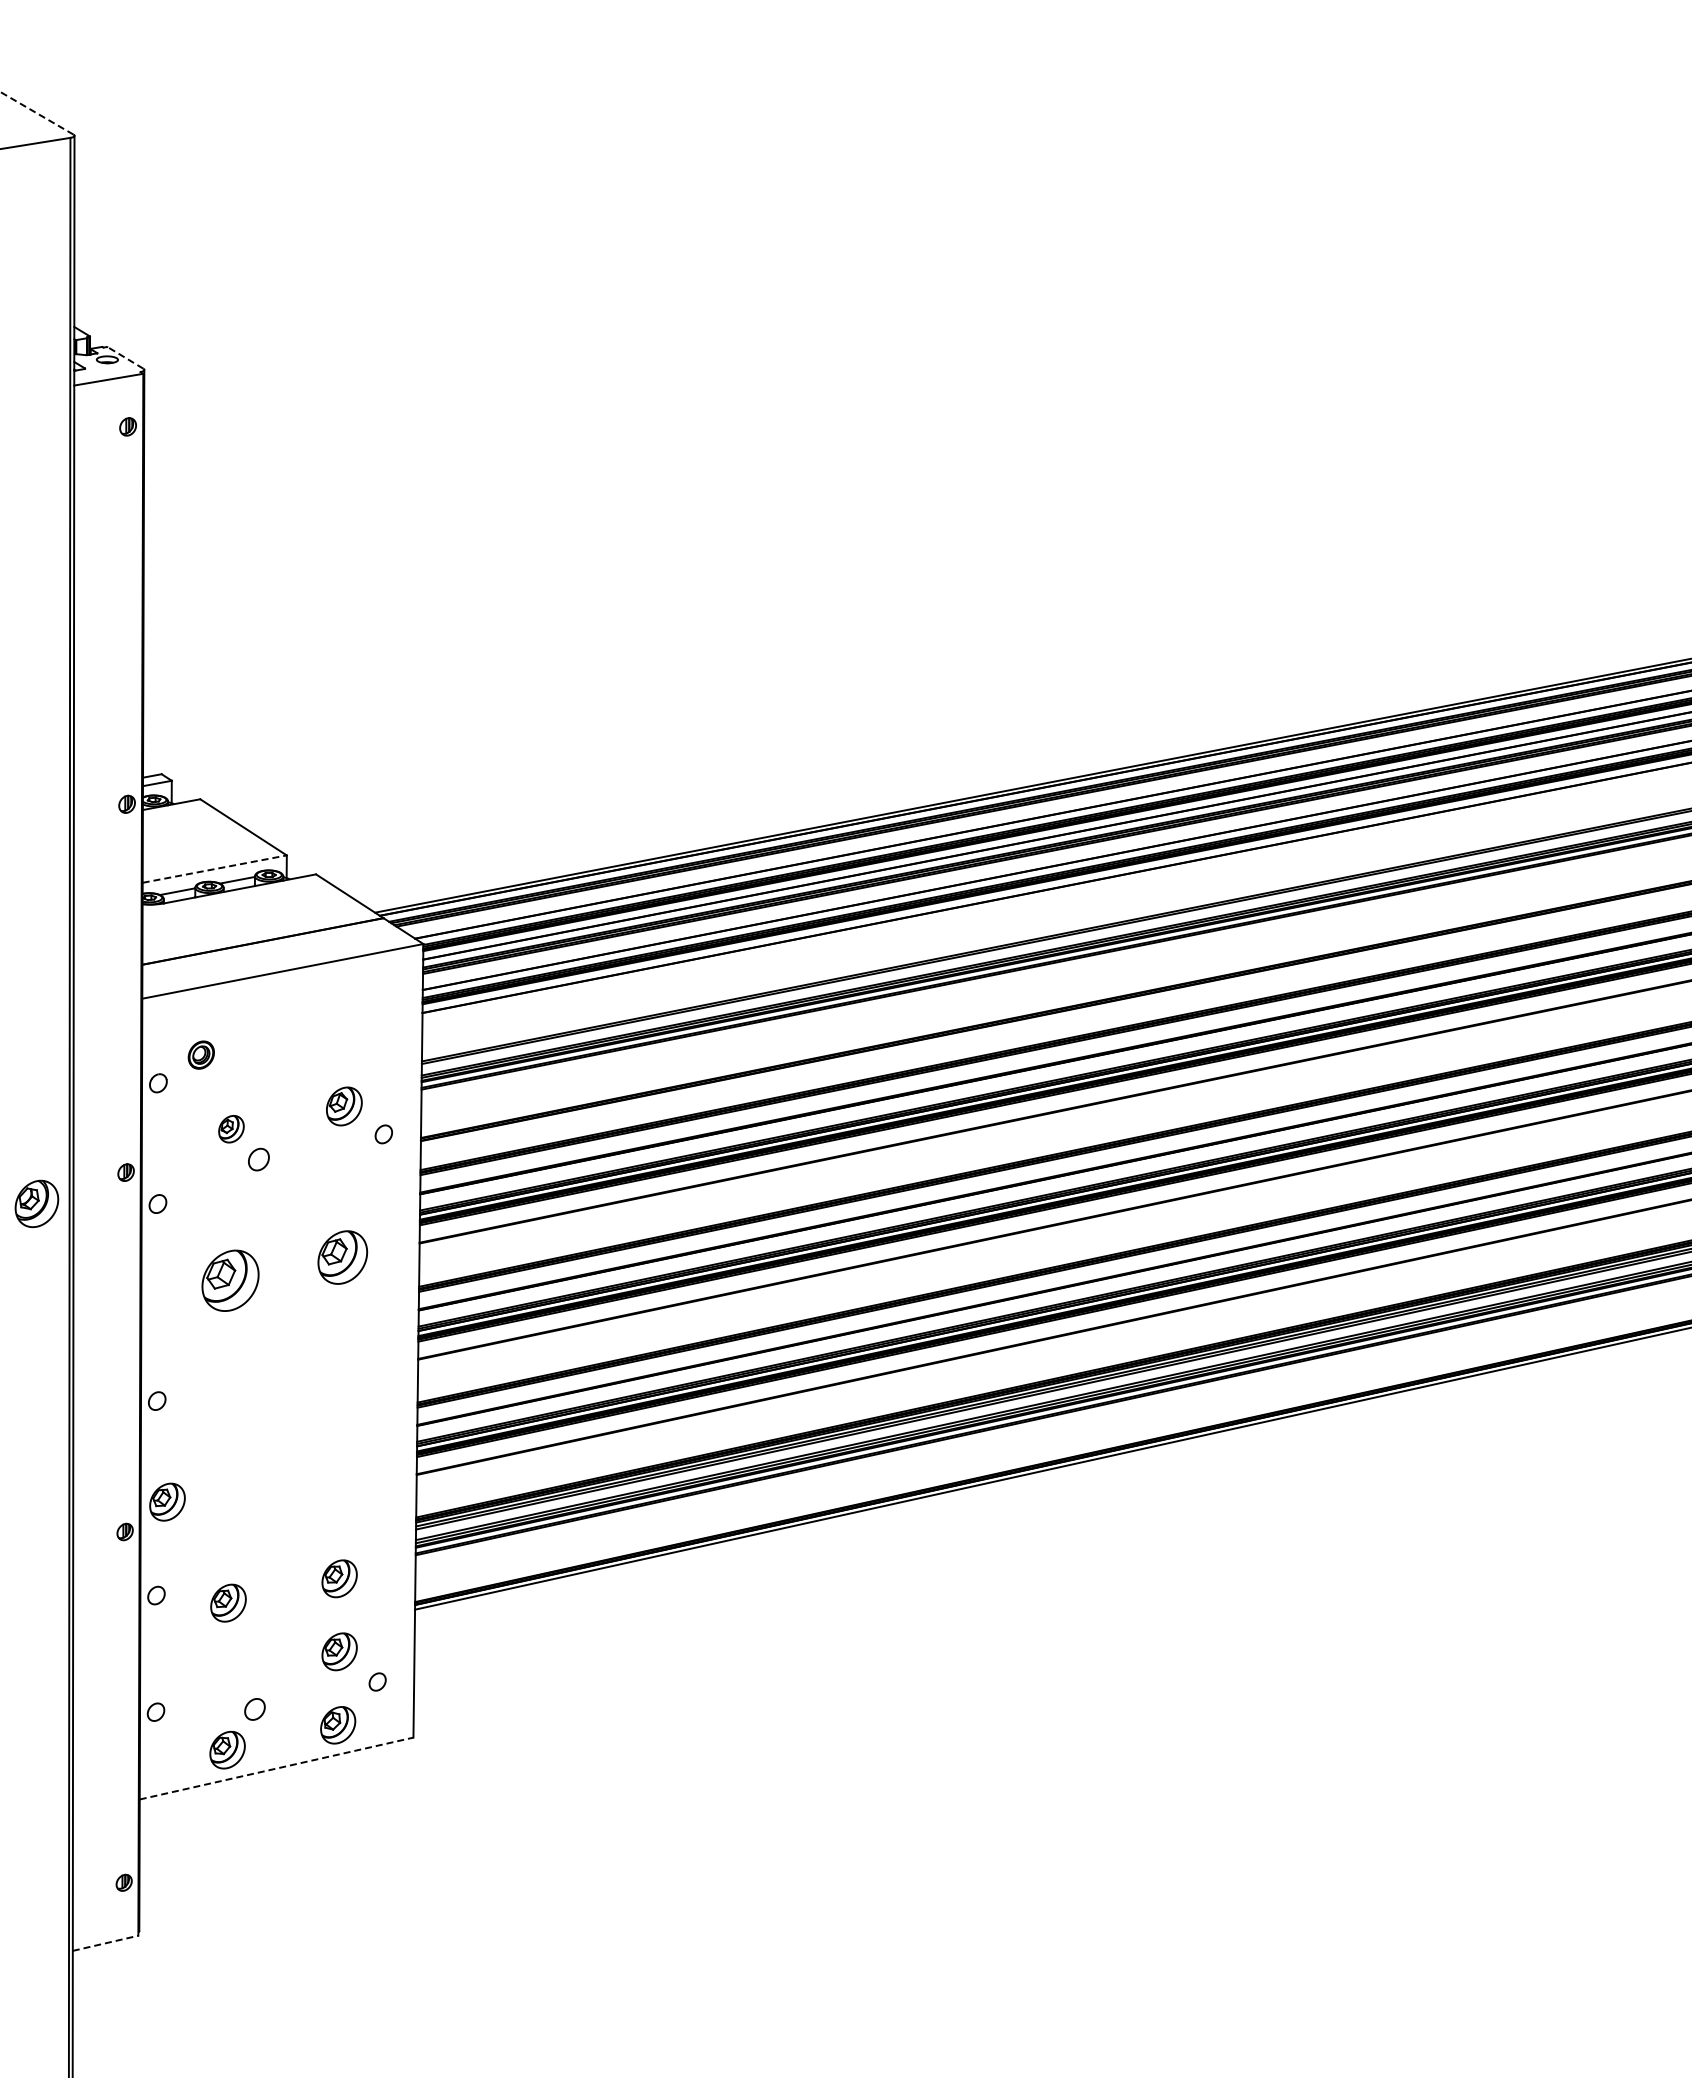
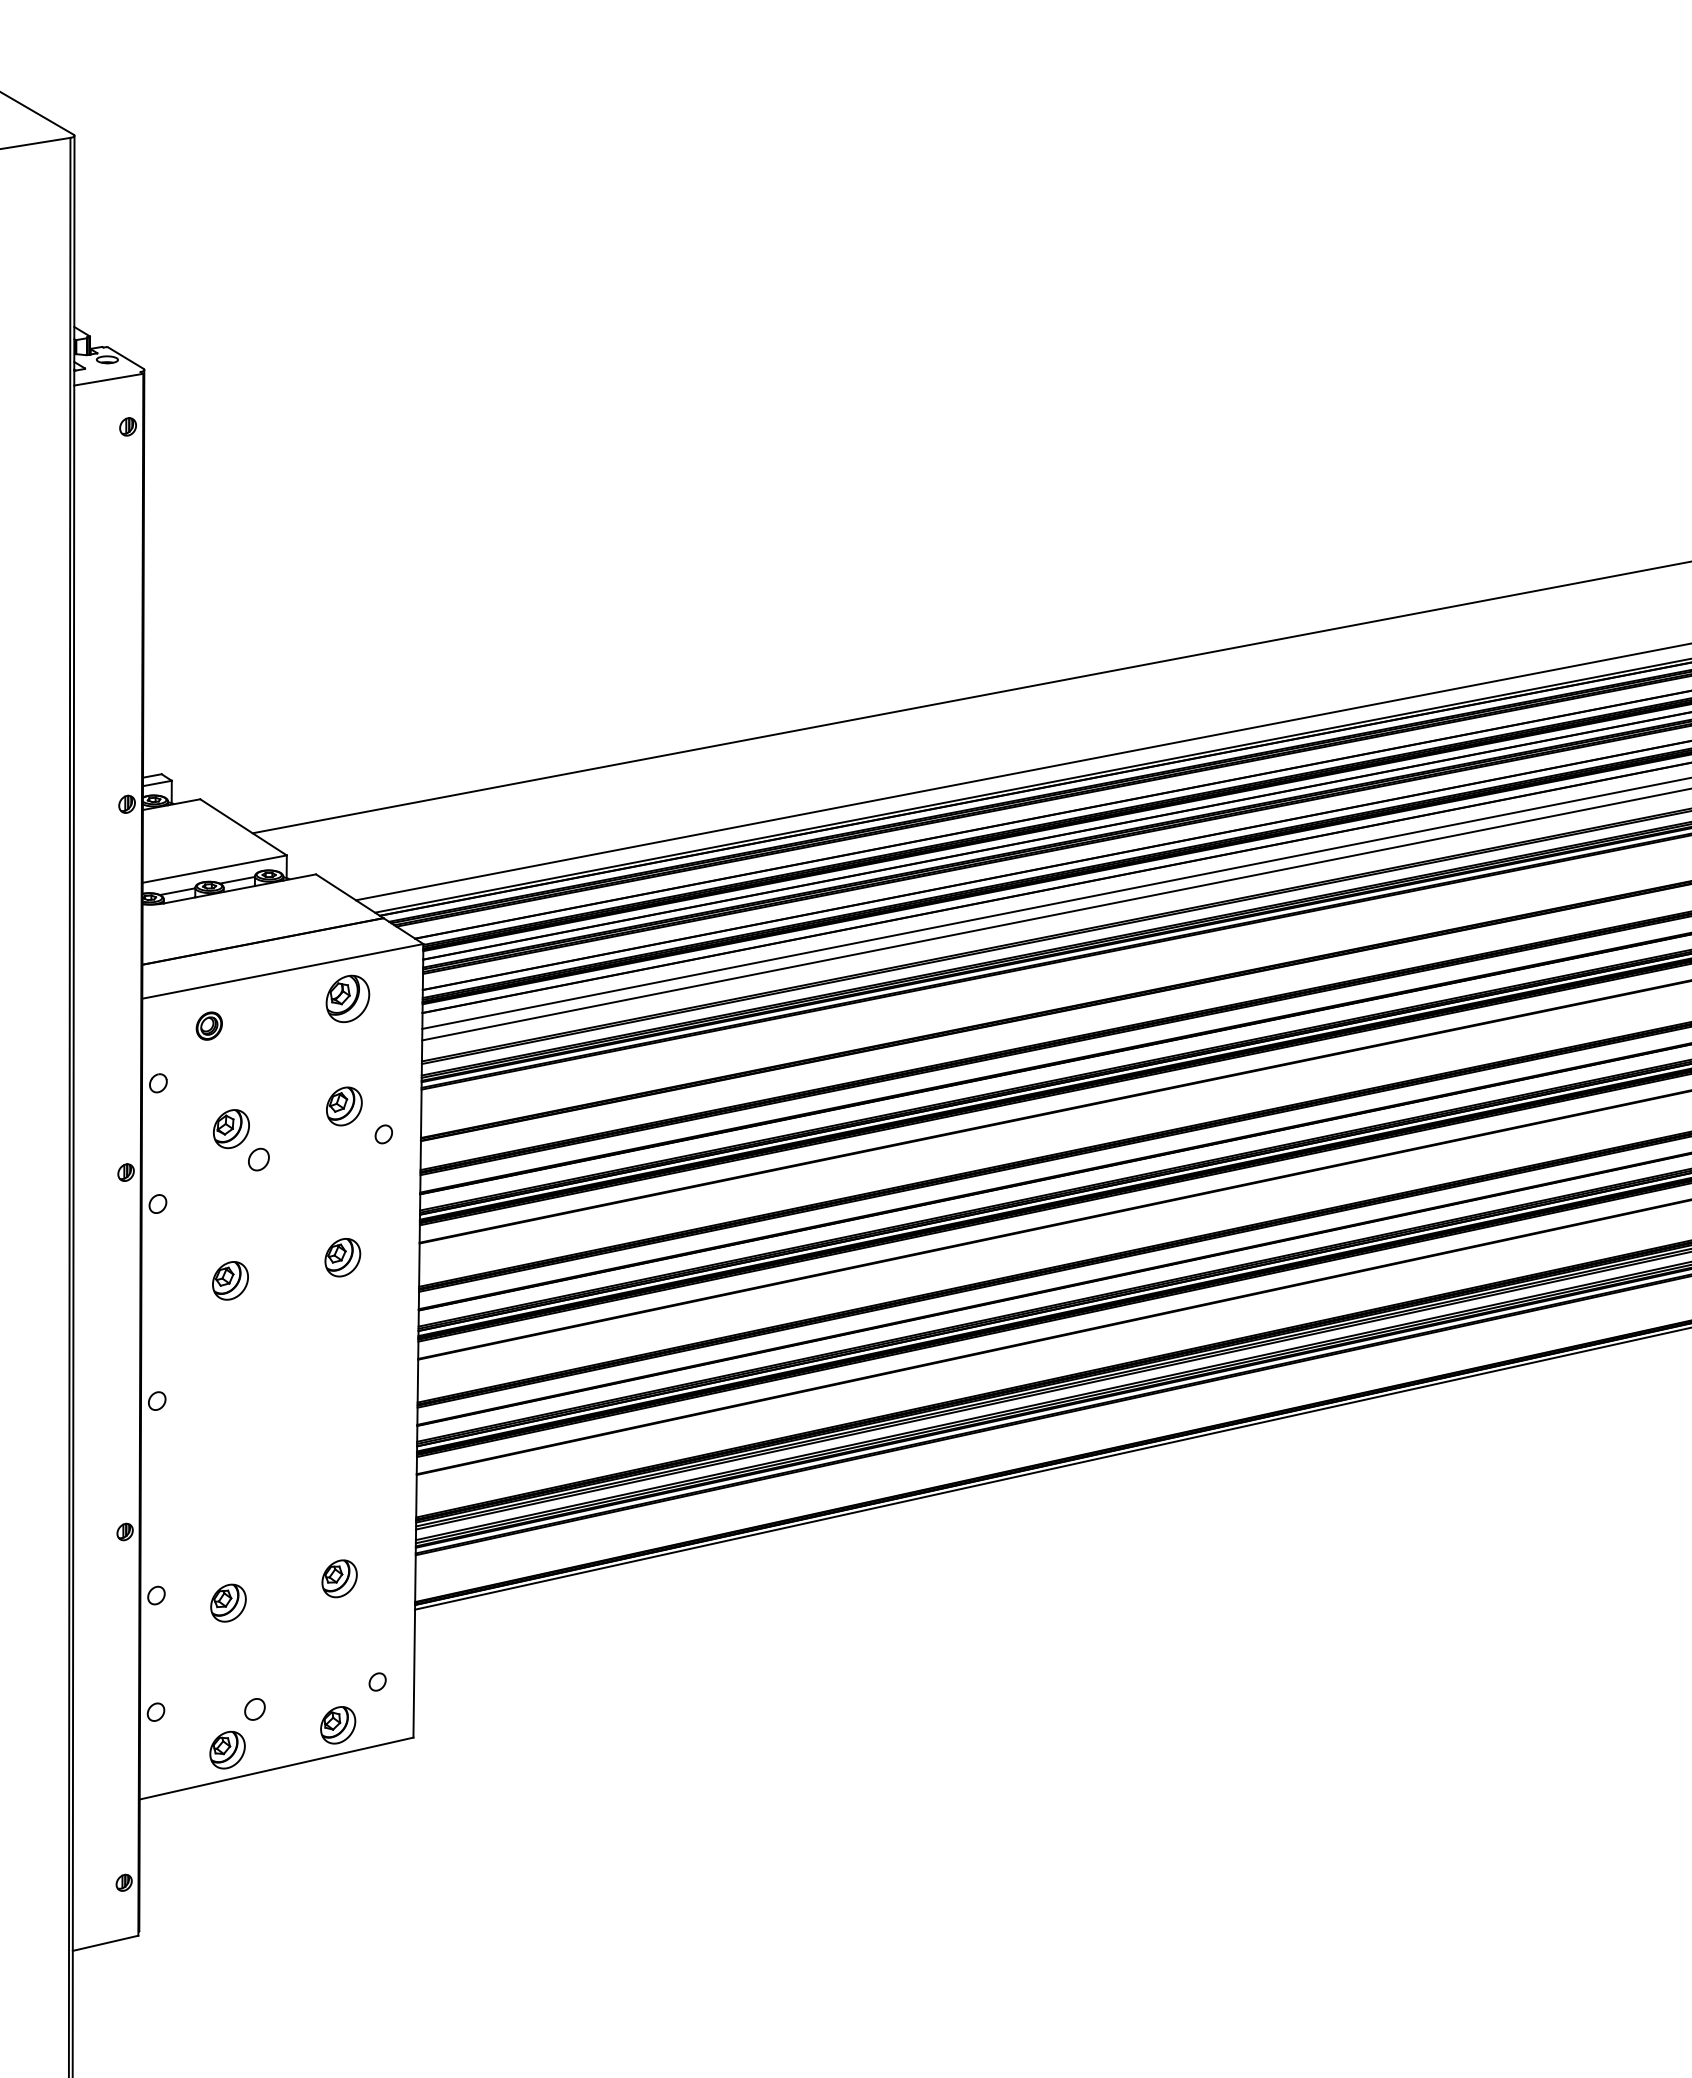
line at (36, 113): dashed -> solid
line at (125, 358): dashed -> solid
line at (970, 697): none -> present
line at (1021, 772): none -> present
line at (215, 869): dashed -> solid
line at (1055, 903): none -> present
line at (1055, 914): none -> present
part at (200, 1054) position: (200, 1054) -> (208, 1025)
part at (231, 1129) size: 27x29 px -> 37x41 px
part at (36, 1203) position: (36, 1203) -> (347, 998)
part at (342, 1257) size: 52x55 px -> 38x40 px
part at (230, 1280) size: 59x63 px -> 37x40 px
part at (167, 1501): present -> none
part at (339, 1651): present -> none
line at (277, 1768): dashed -> solid
line at (105, 1943): dashed -> solid
